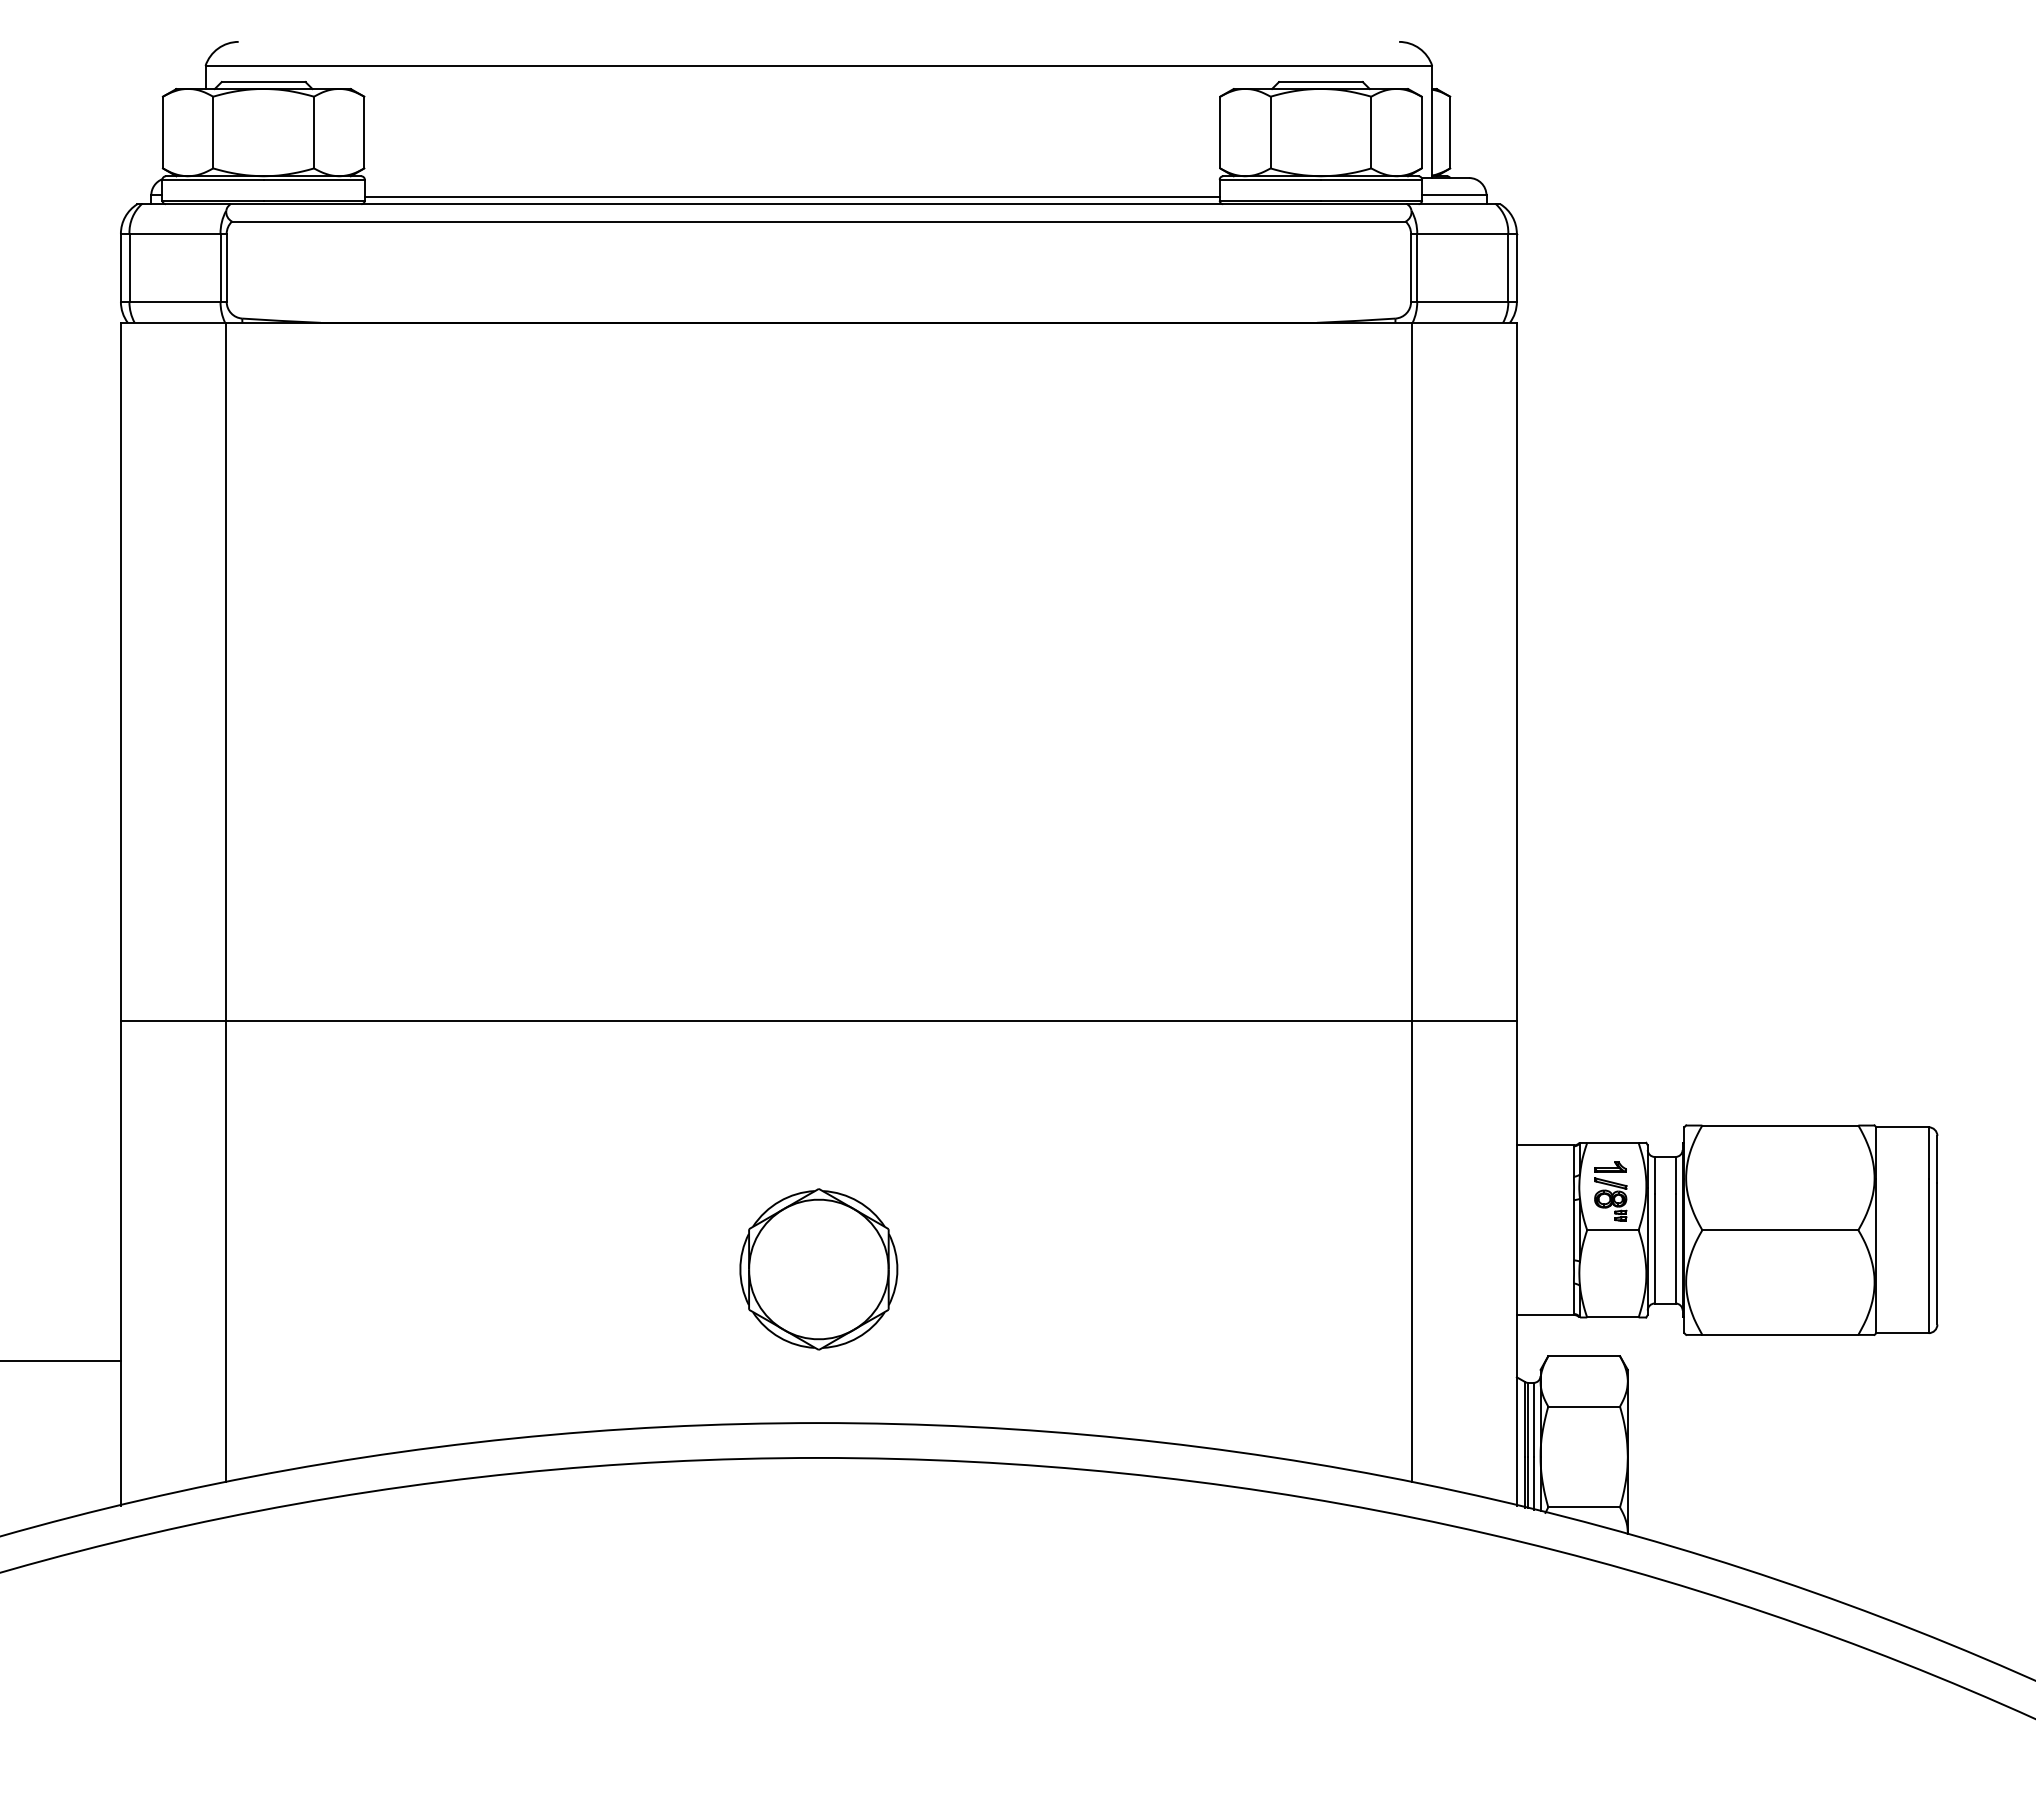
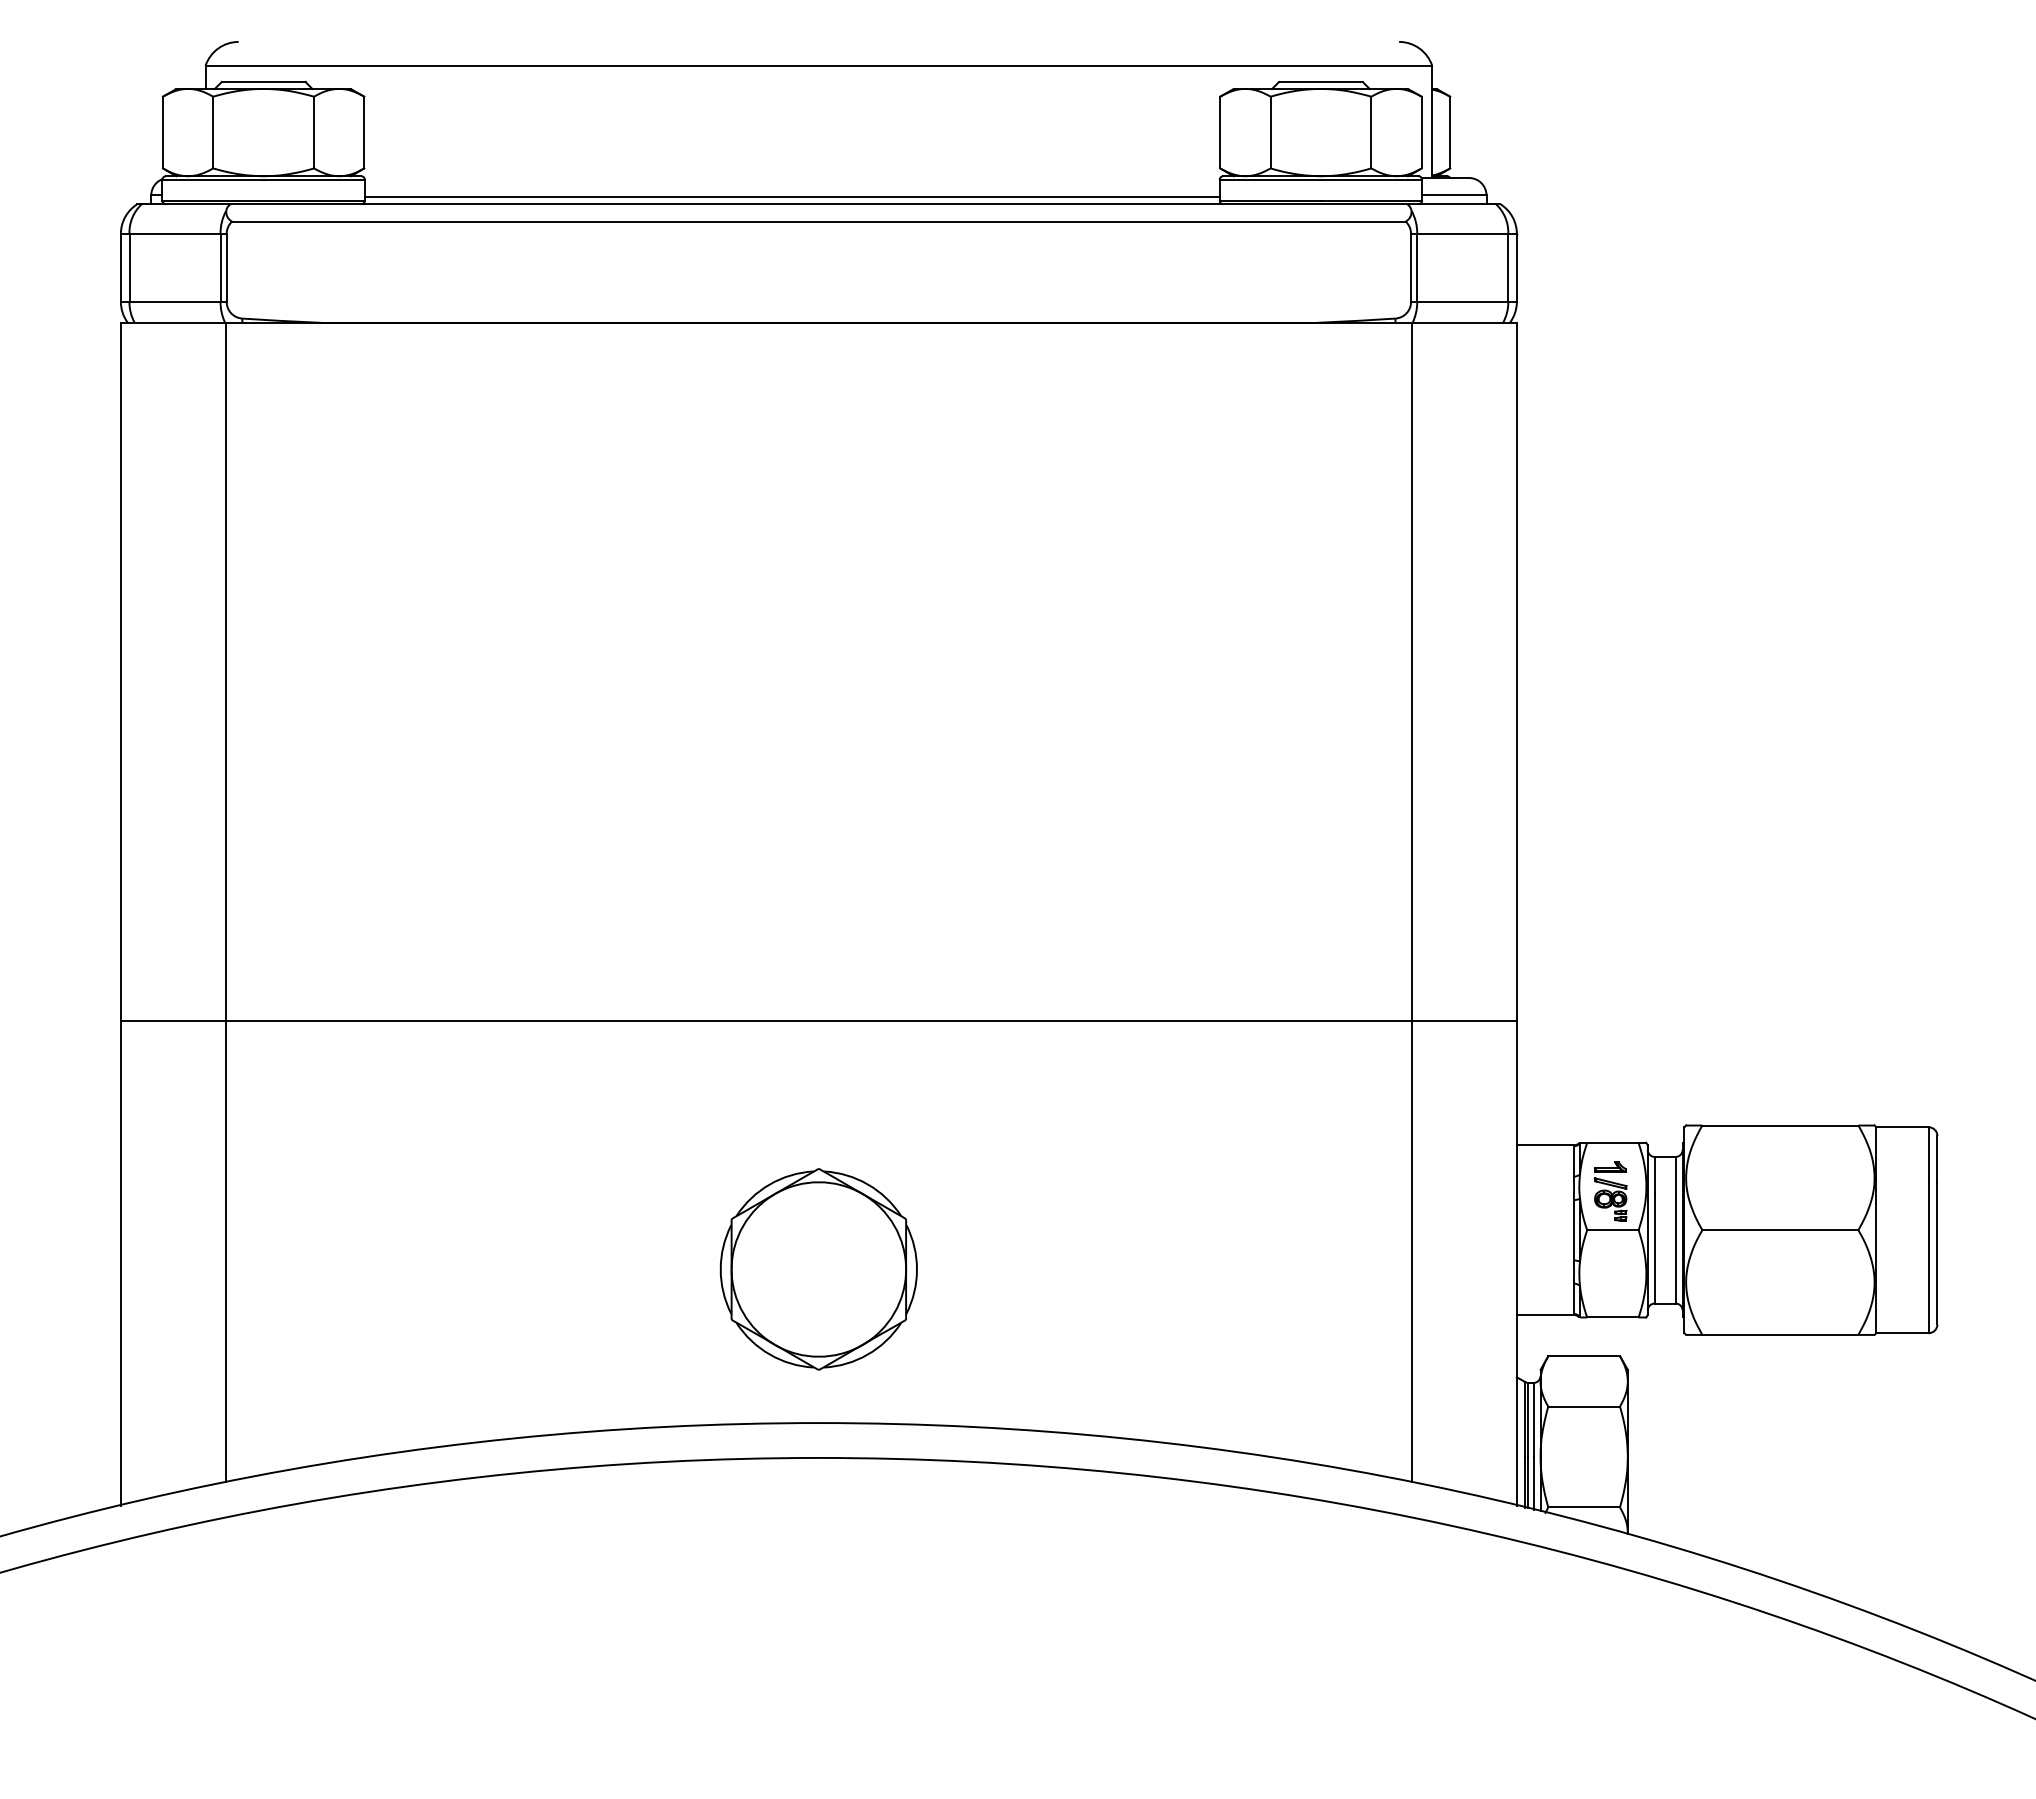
part at (818, 1269) size: 160x163 px -> 199x203 px
line at (61, 1361): present -> none
